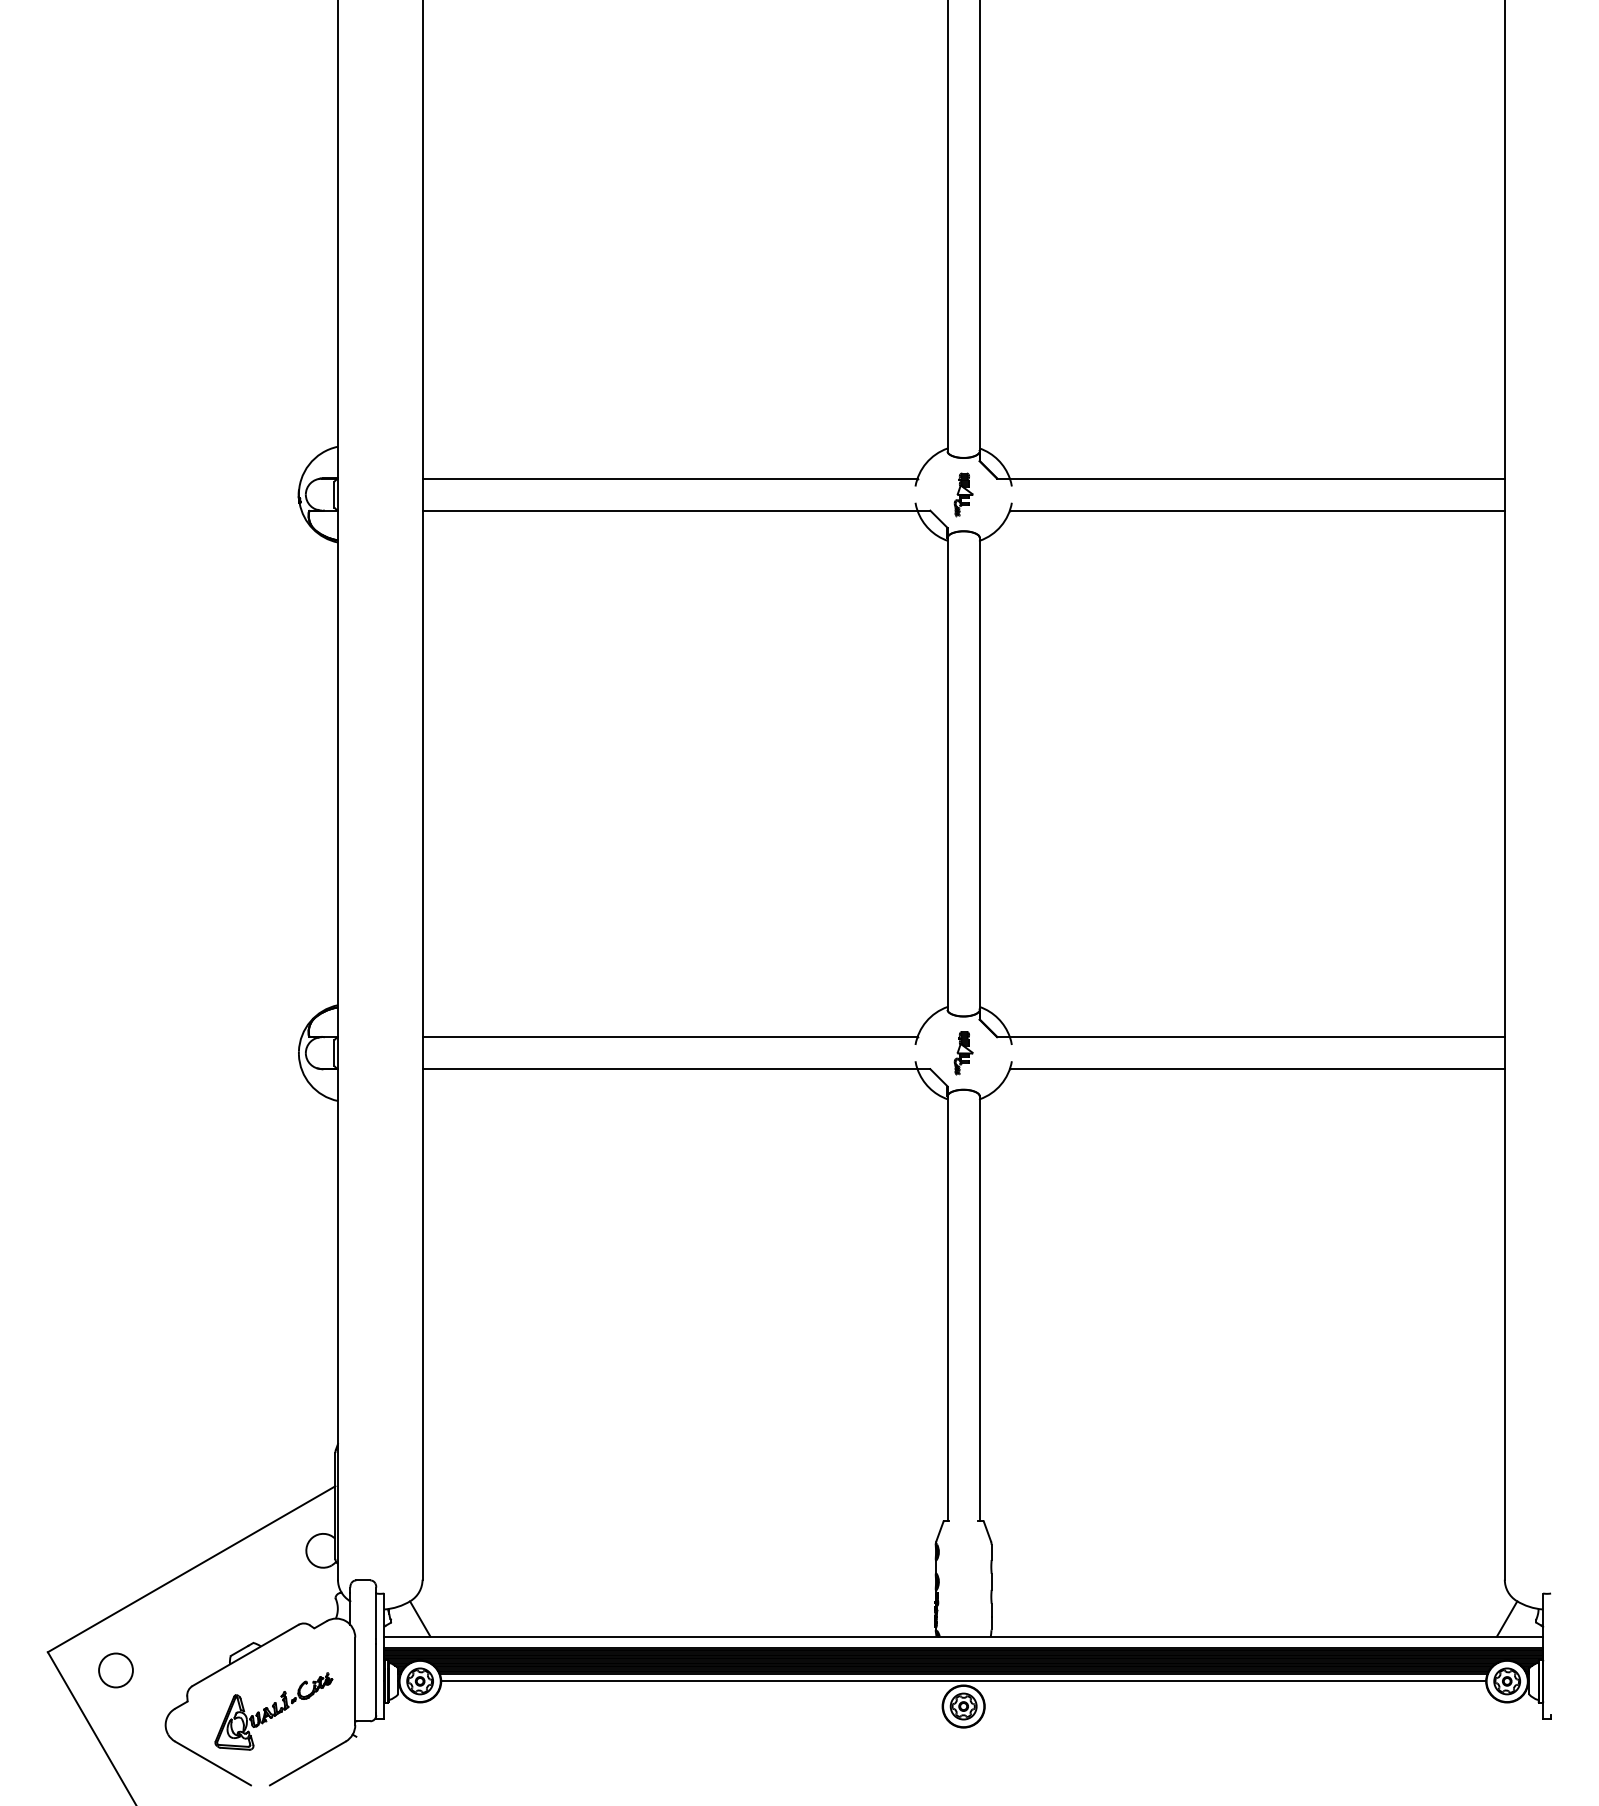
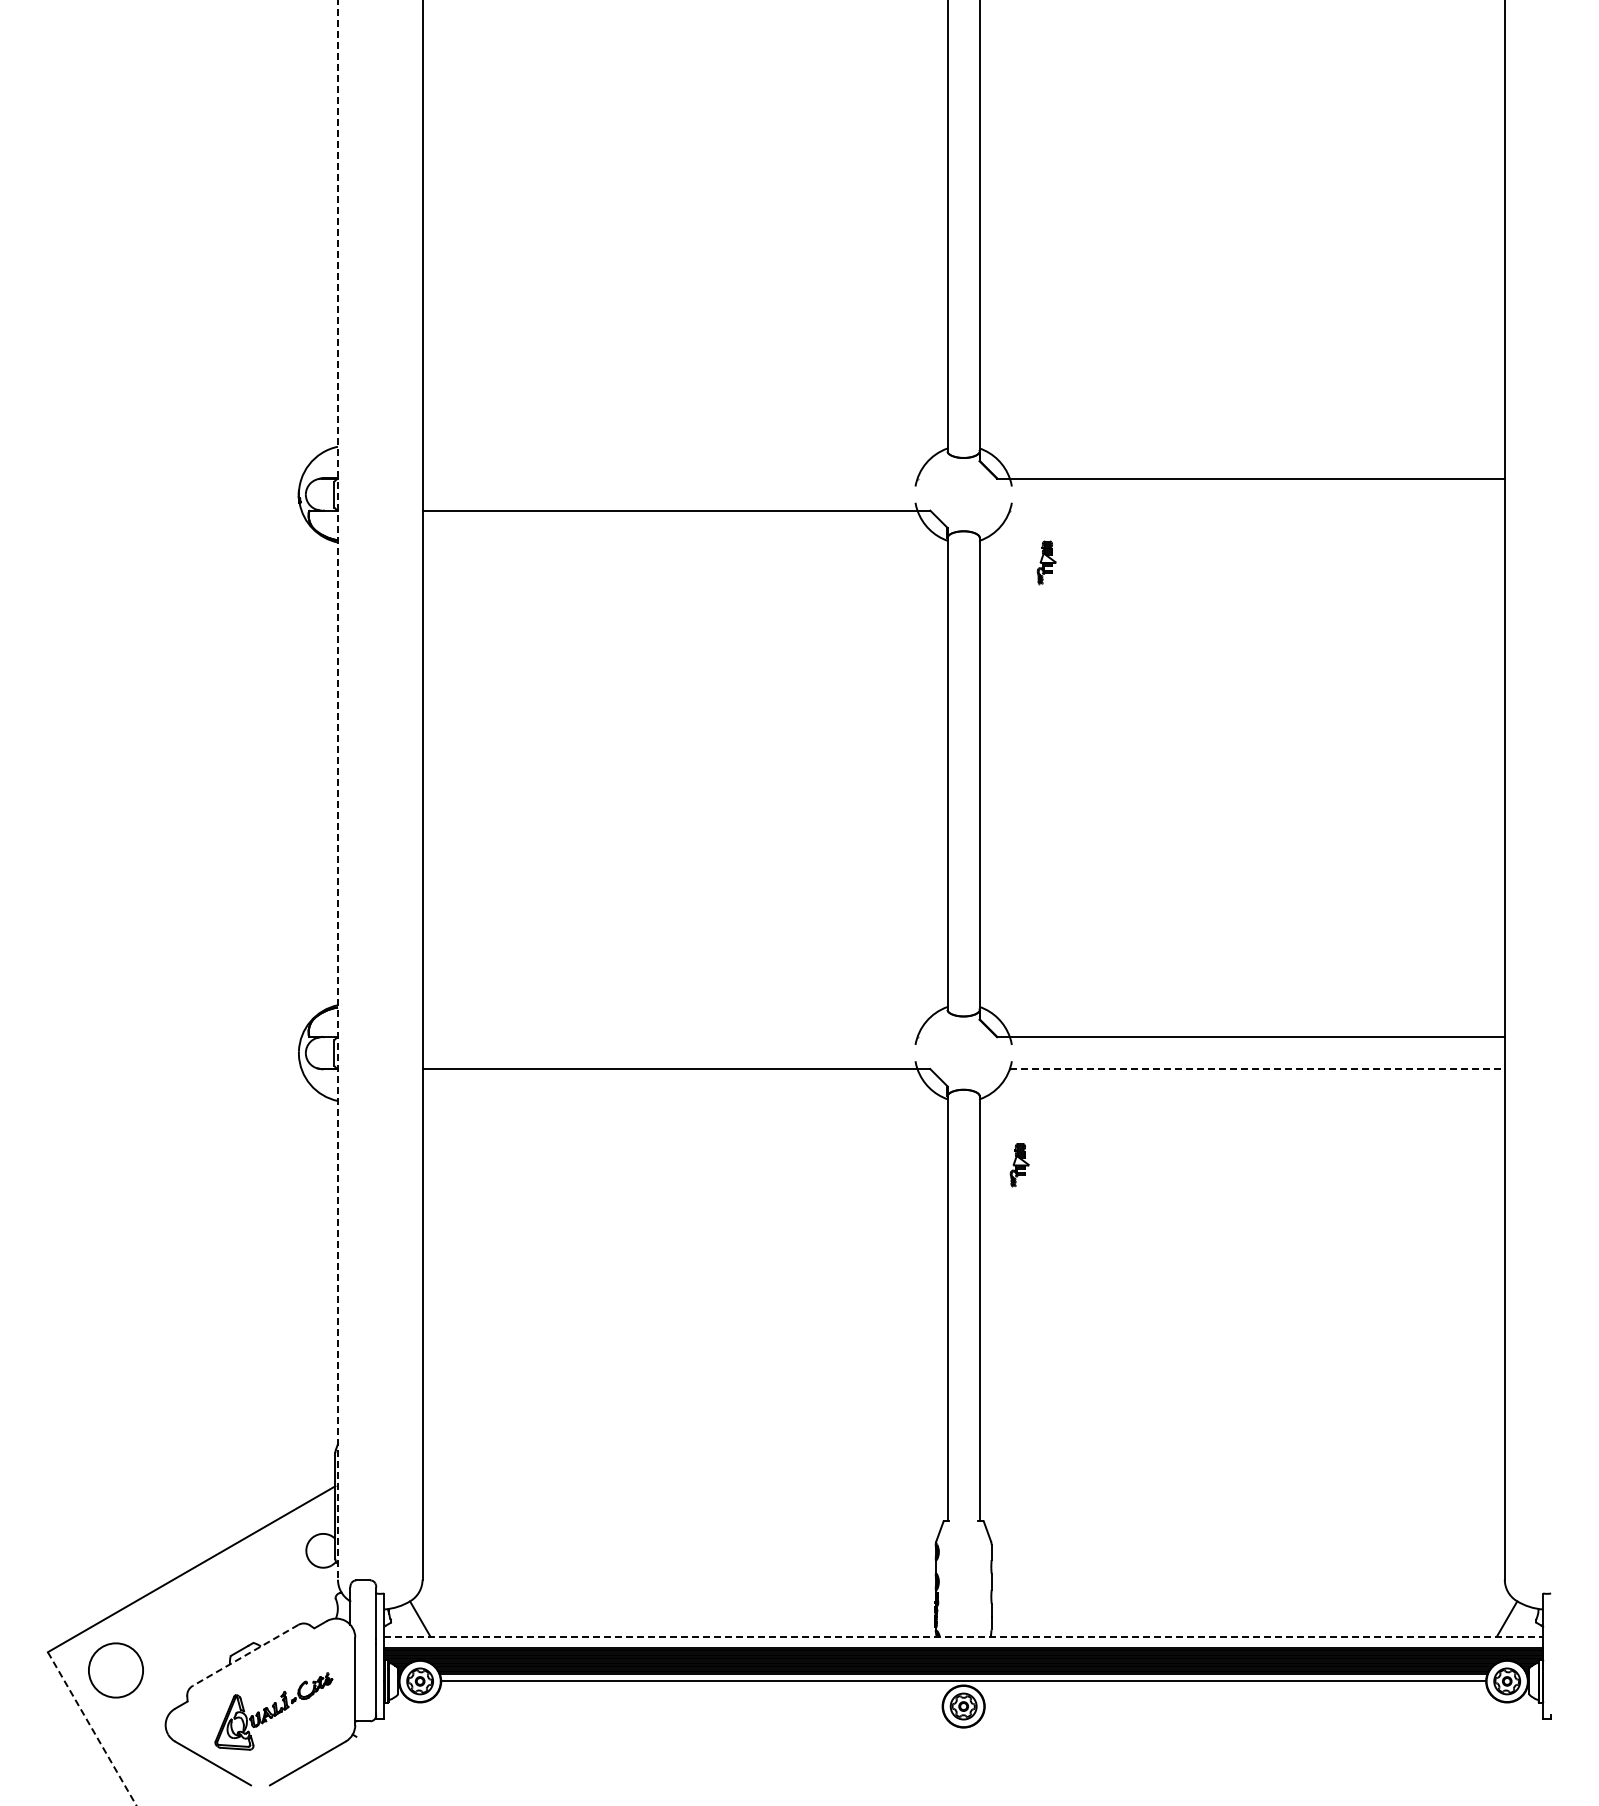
line at (669, 478): present -> none
part at (963, 494) position: (963, 494) -> (1046, 562)
line at (1256, 510): present -> none
line at (337, 789): solid -> dashed
line at (669, 1037): present -> none
part at (963, 1053) position: (963, 1053) -> (1019, 1165)
line at (1257, 1069): solid -> dashed
line at (964, 1636): solid -> dashed
line at (245, 1655): solid -> dashed
circle at (115, 1670) diameter: 34 px -> 54 px
line at (92, 1729): solid -> dashed
